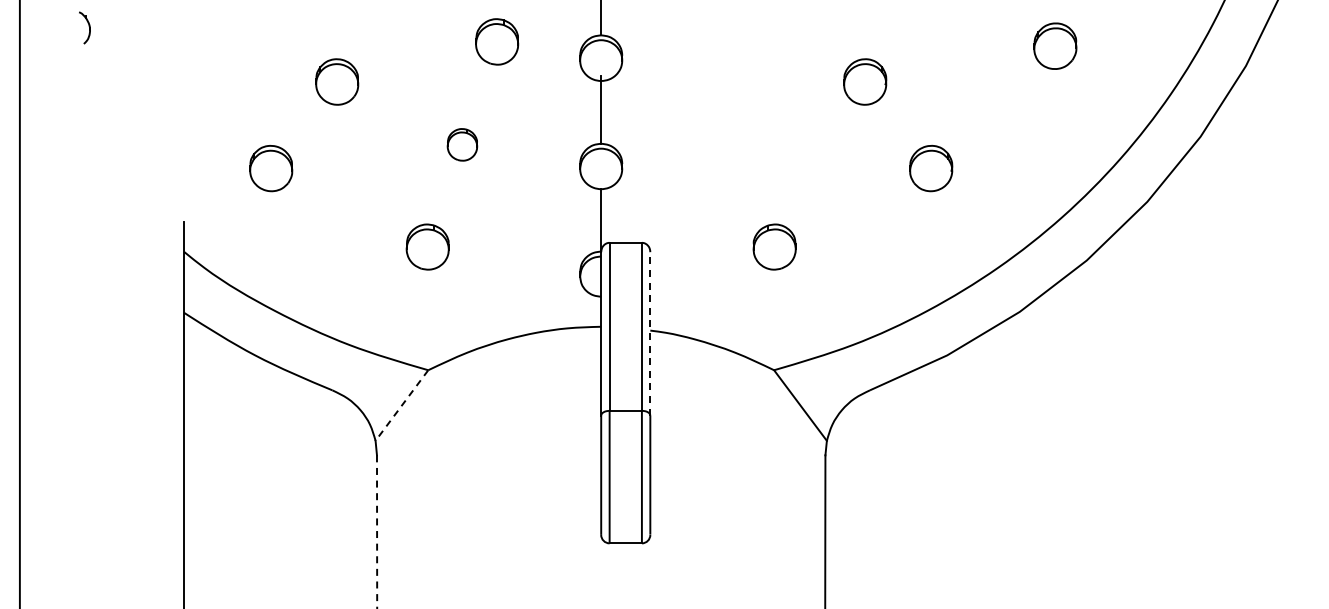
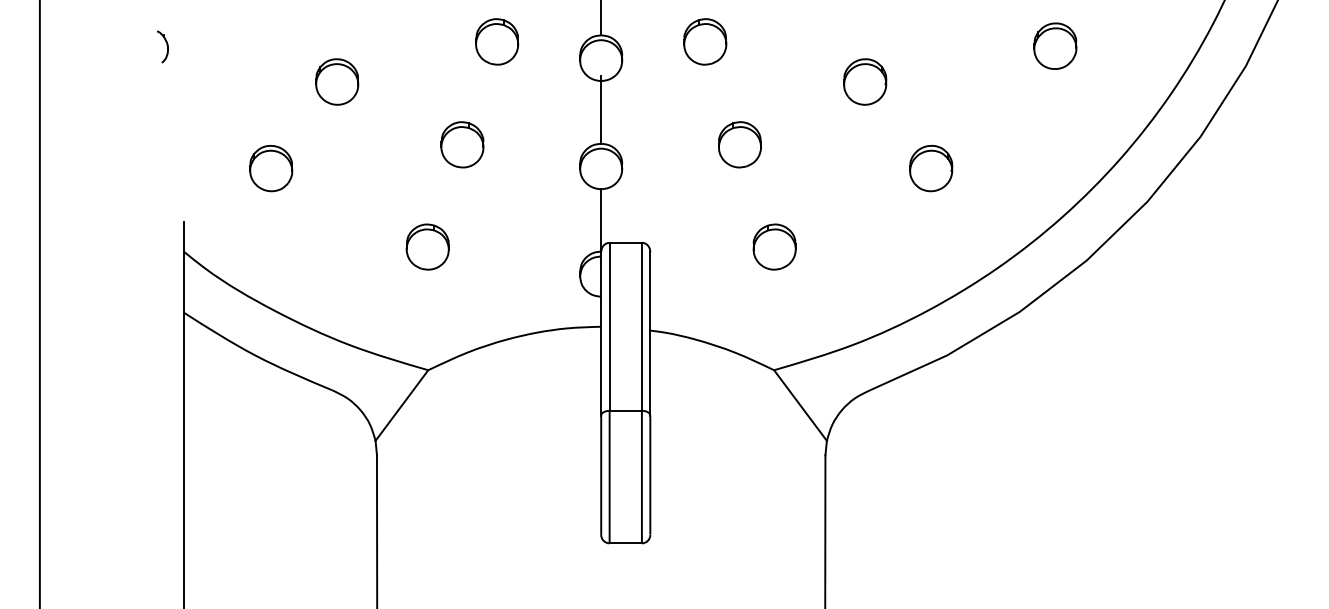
part at (84, 27) position: (84, 27) -> (162, 46)
part at (705, 41): none -> present
part at (462, 144) size: 33x34 px -> 45x48 px
part at (739, 144): none -> present
line at (19, 303) position: (19, 303) -> (39, 303)
line at (650, 333): dashed -> solid
line at (401, 405): dashed -> solid
line at (377, 532): dashed -> solid
